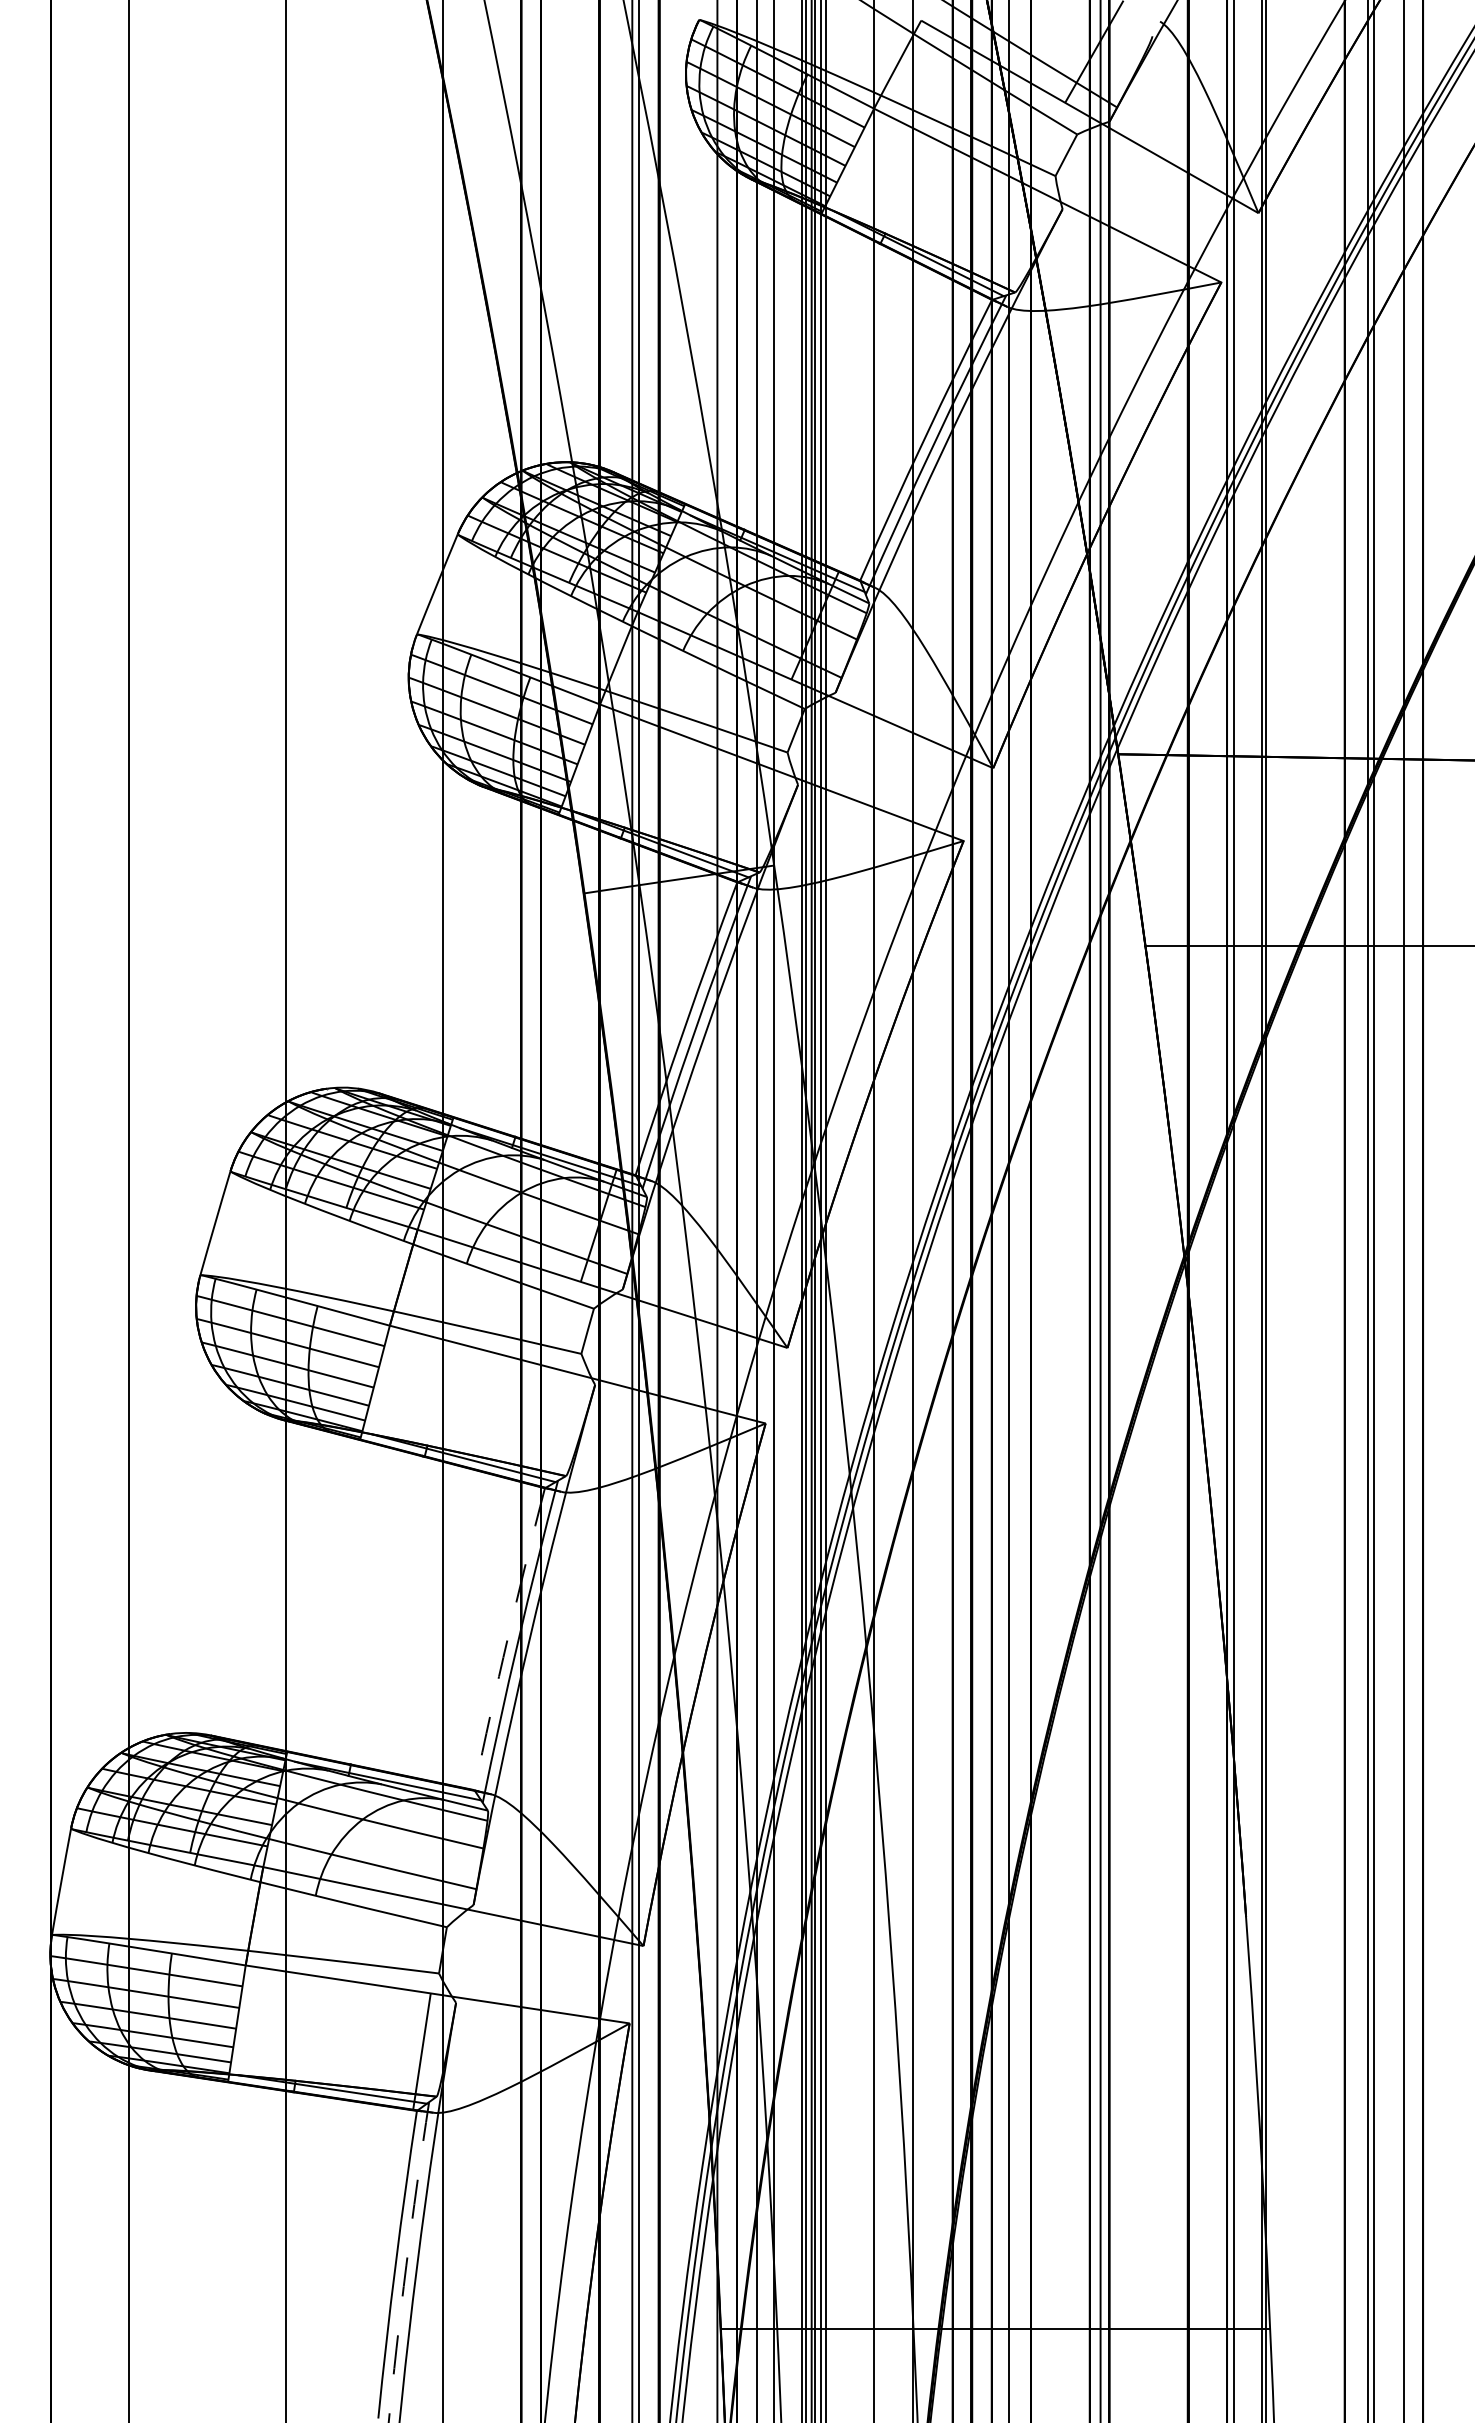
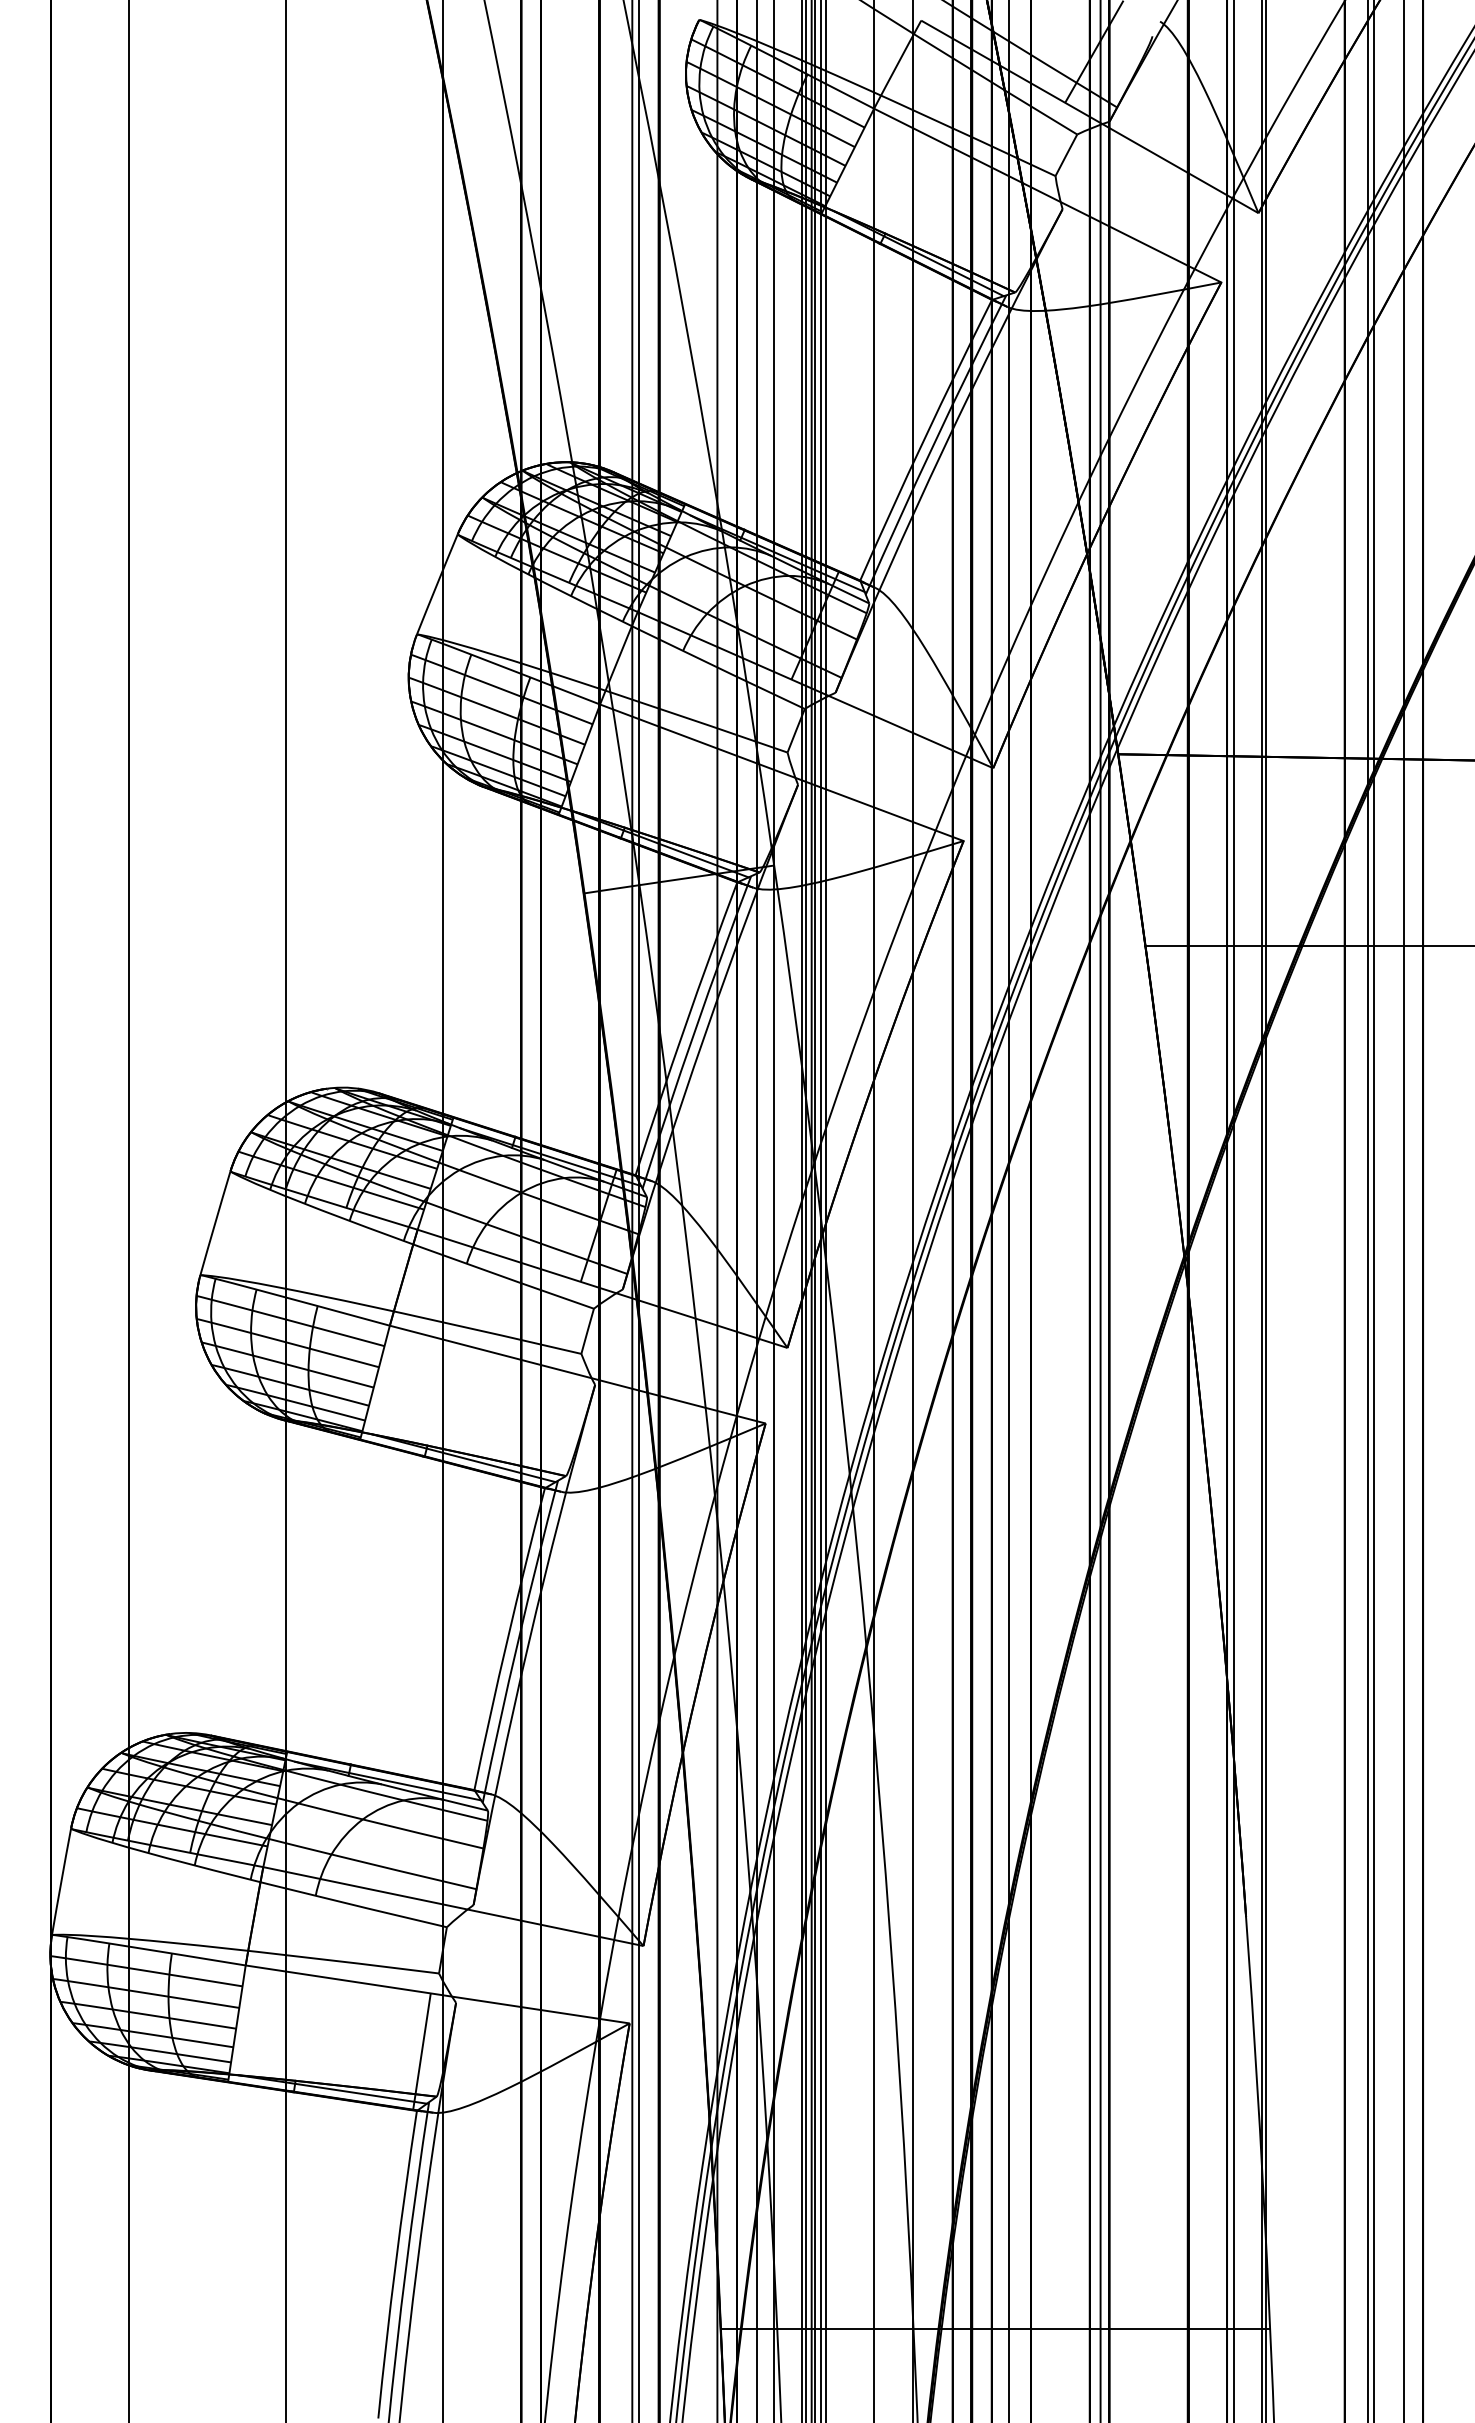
arc at (507, 1638): dashed -> solid
arc at (406, 2262): dashed -> solid
